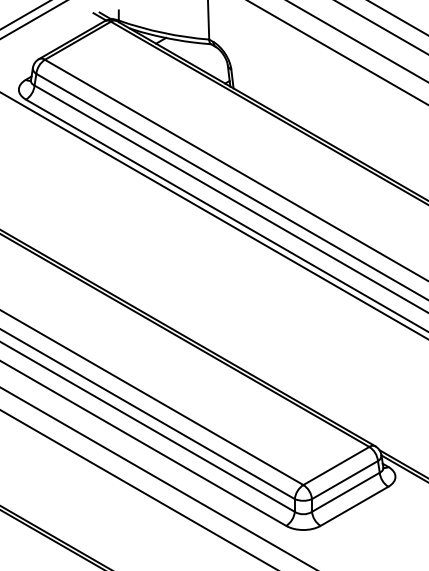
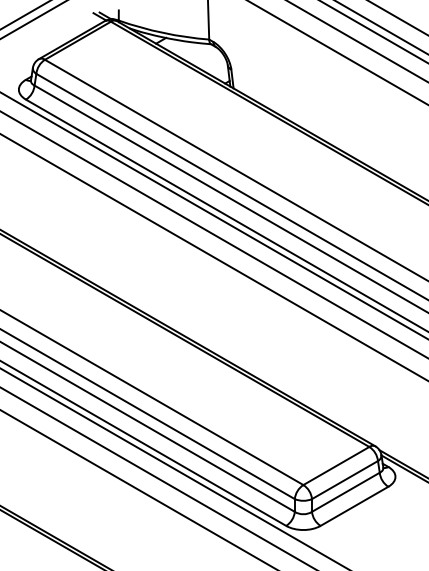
line at (373, 31): none -> present
line at (213, 234): none -> present
line at (213, 257): none -> present
line at (173, 468): none -> present
